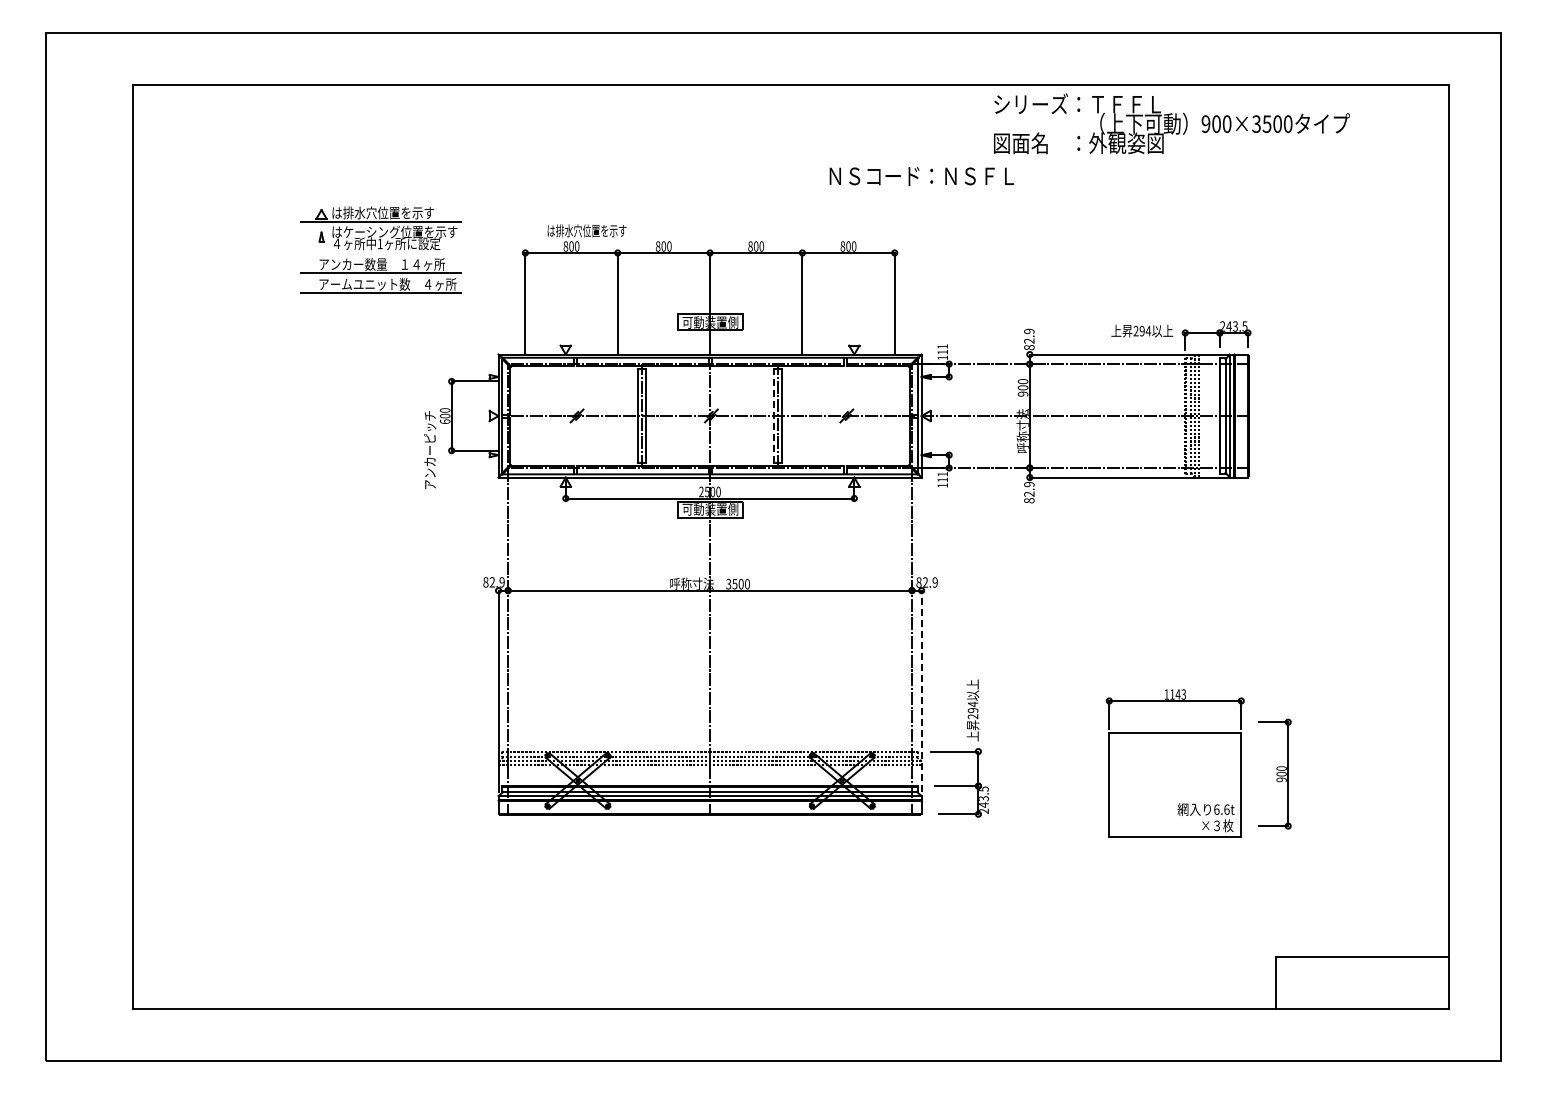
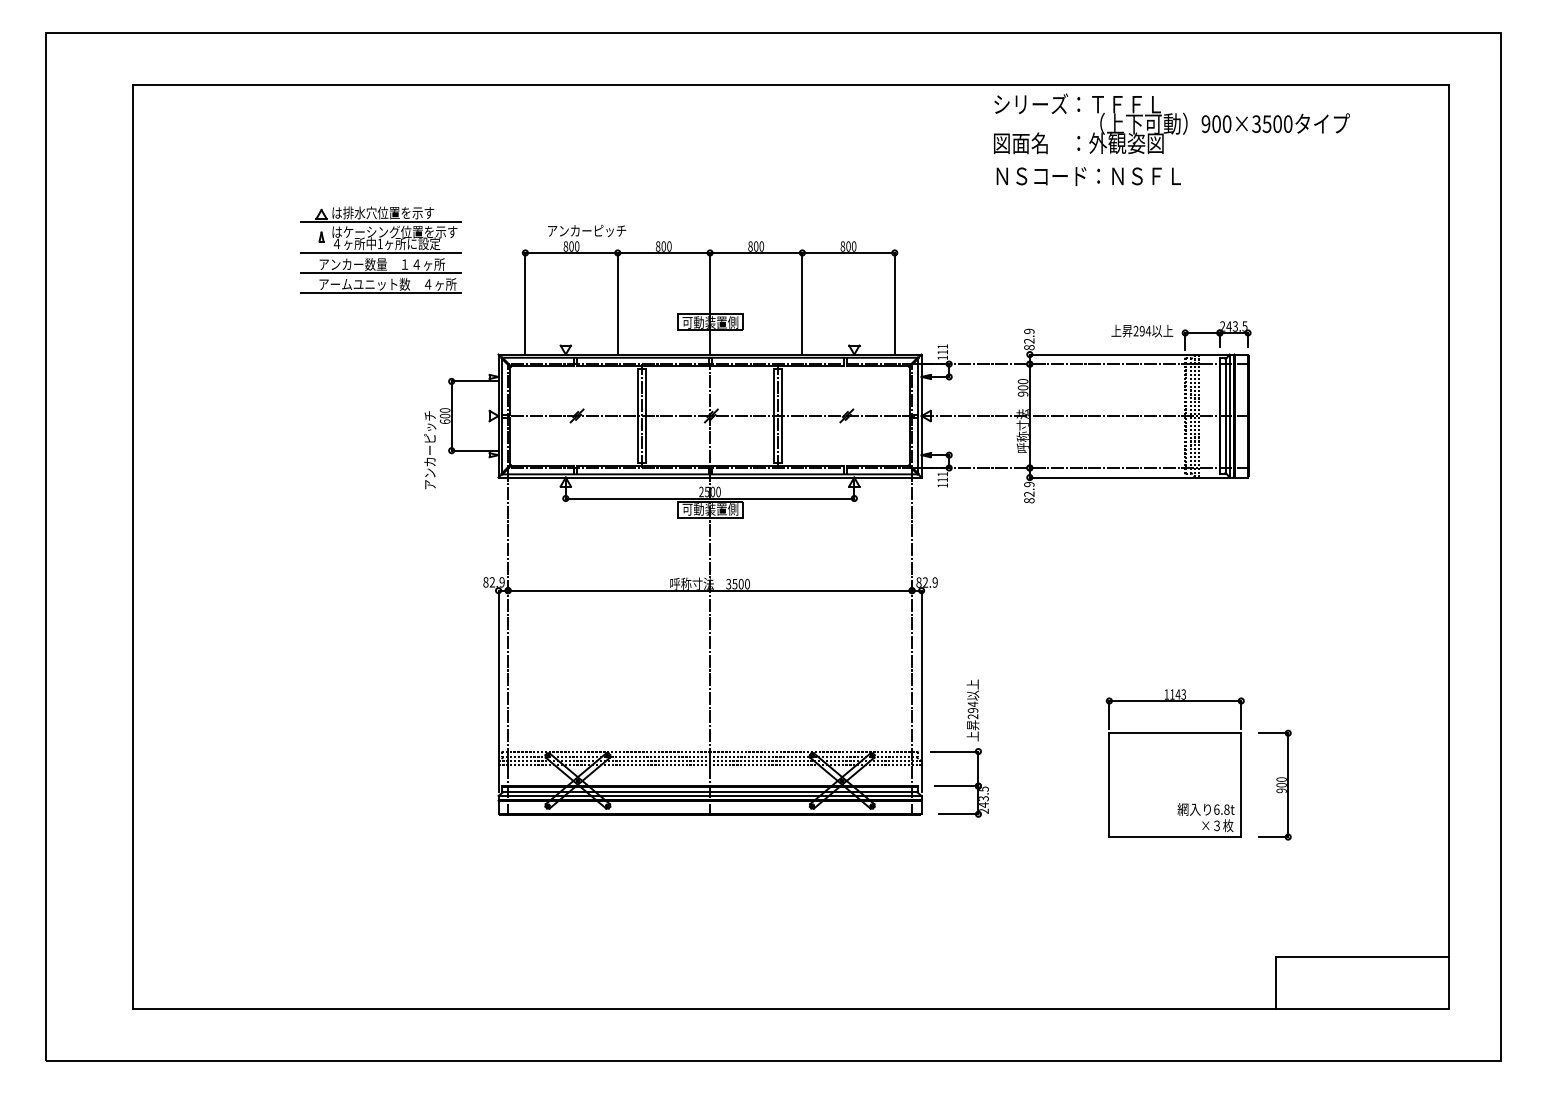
text at (921, 176) position: (921, 176) -> (1088, 176)
text at (586, 230): は排水穴位置を示す -> アンカーピッチ
line at (380, 252): none -> present
line at (773, 416): dashed -> solid
line at (921, 691): dashed -> solid
part at (1274, 773) position: (1274, 773) -> (1274, 784)
text at (1226, 809): 6.6t -> 6.8t
